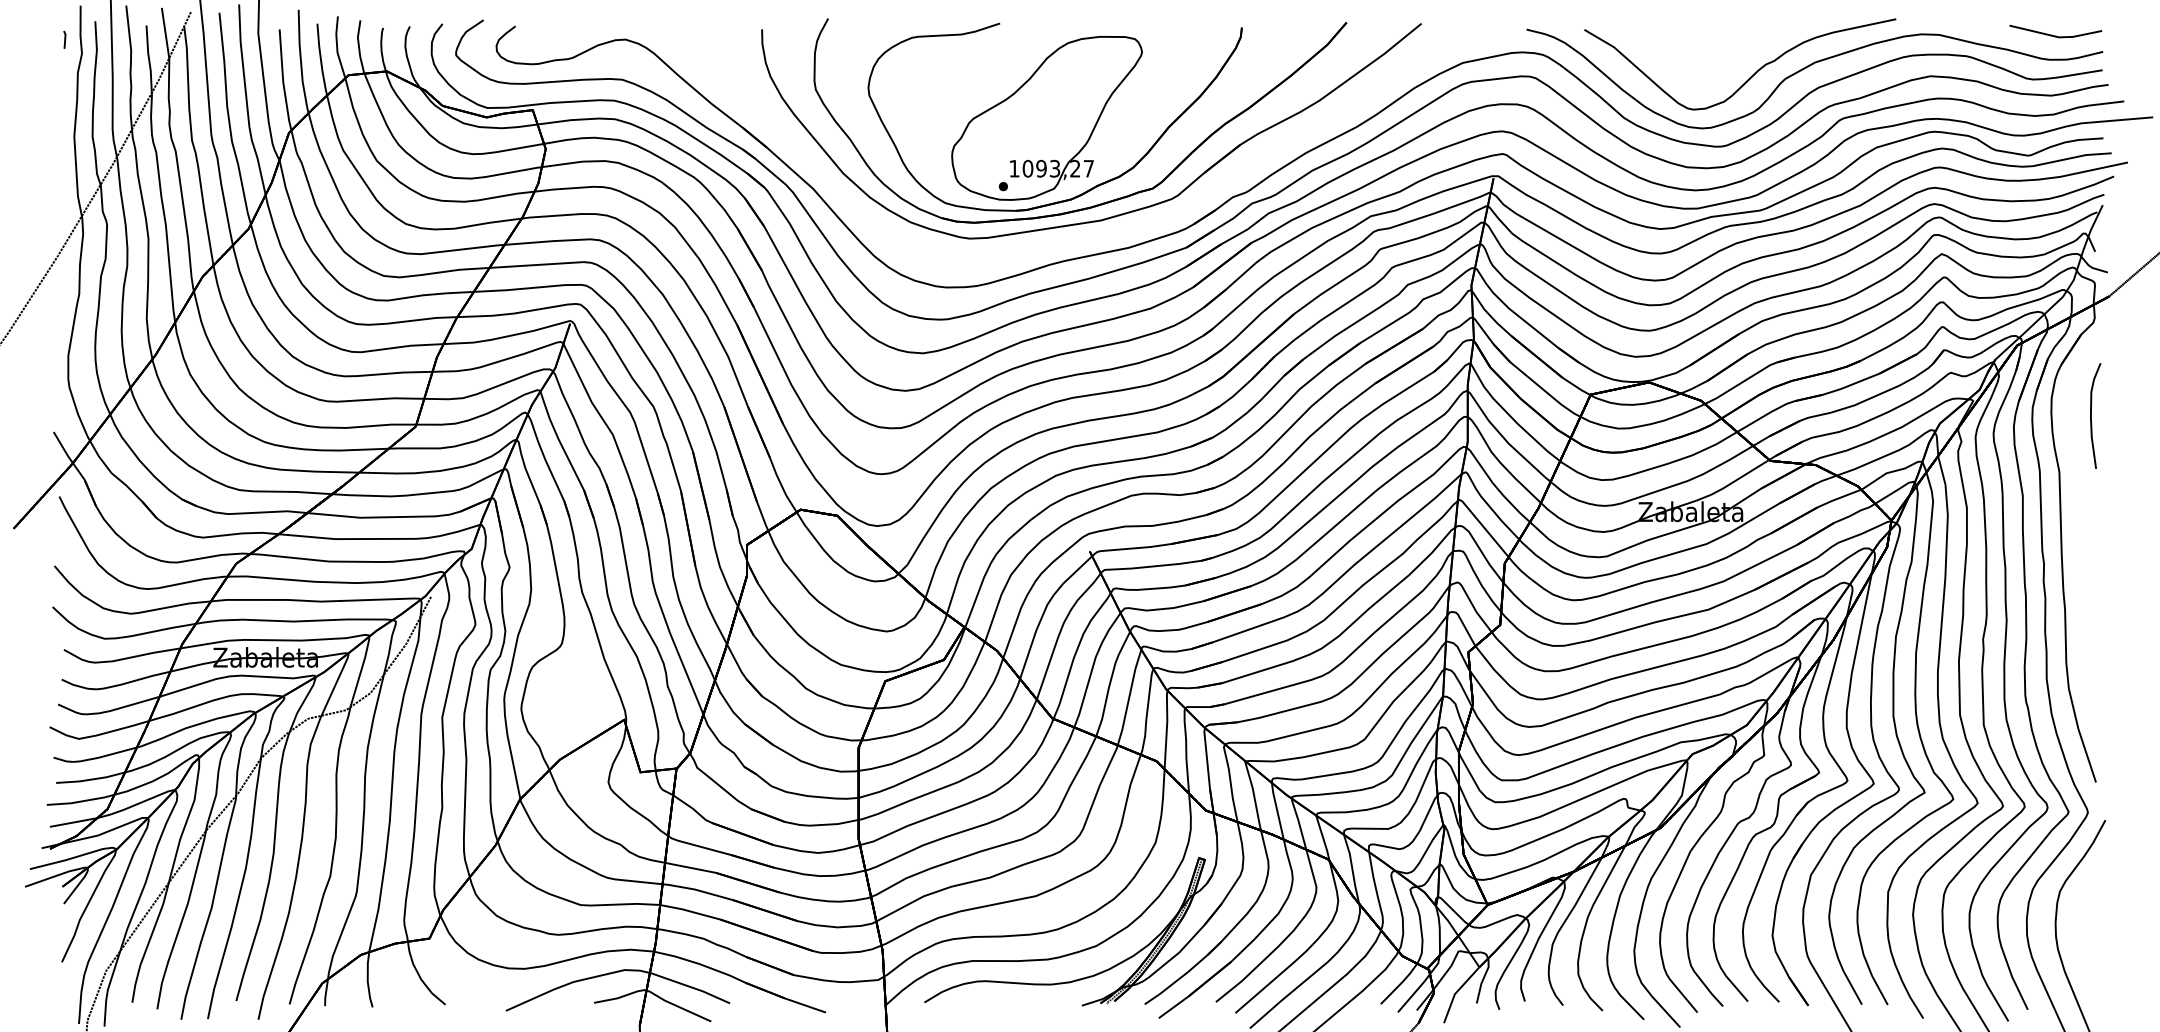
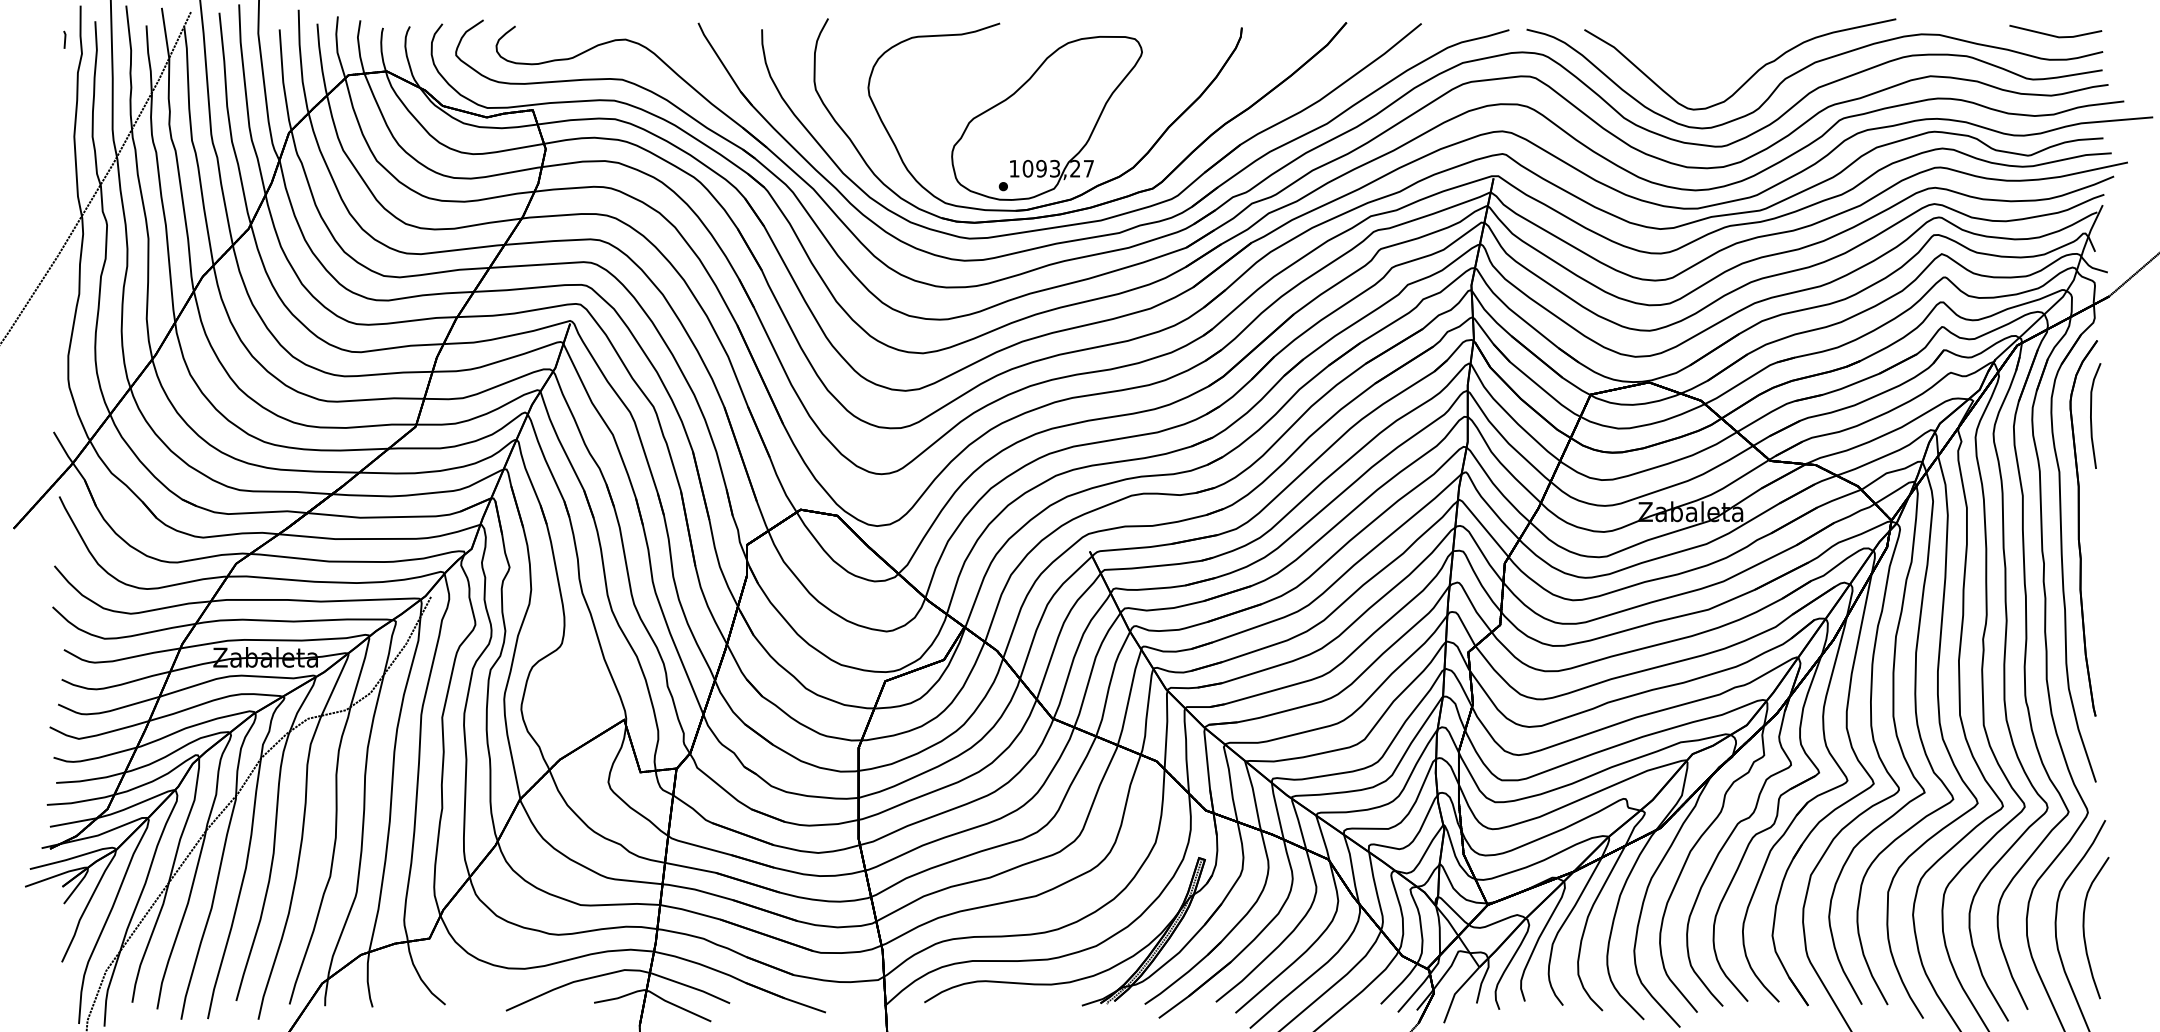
part at (1133, 226): none -> present
part at (2083, 528): none -> present
curve at (2084, 927): none -> present
